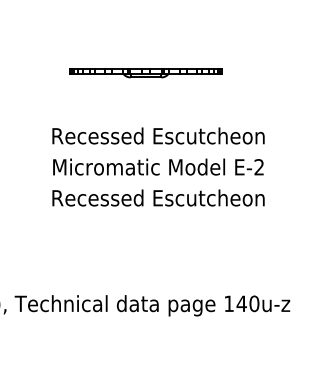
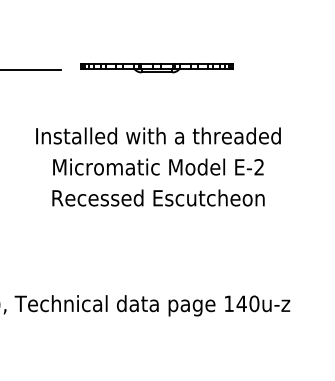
line at (31, 69): none -> present
part at (145, 73) position: (145, 73) -> (156, 68)
text at (158, 135): Recessed Escutcheon -> Installed with a threaded
